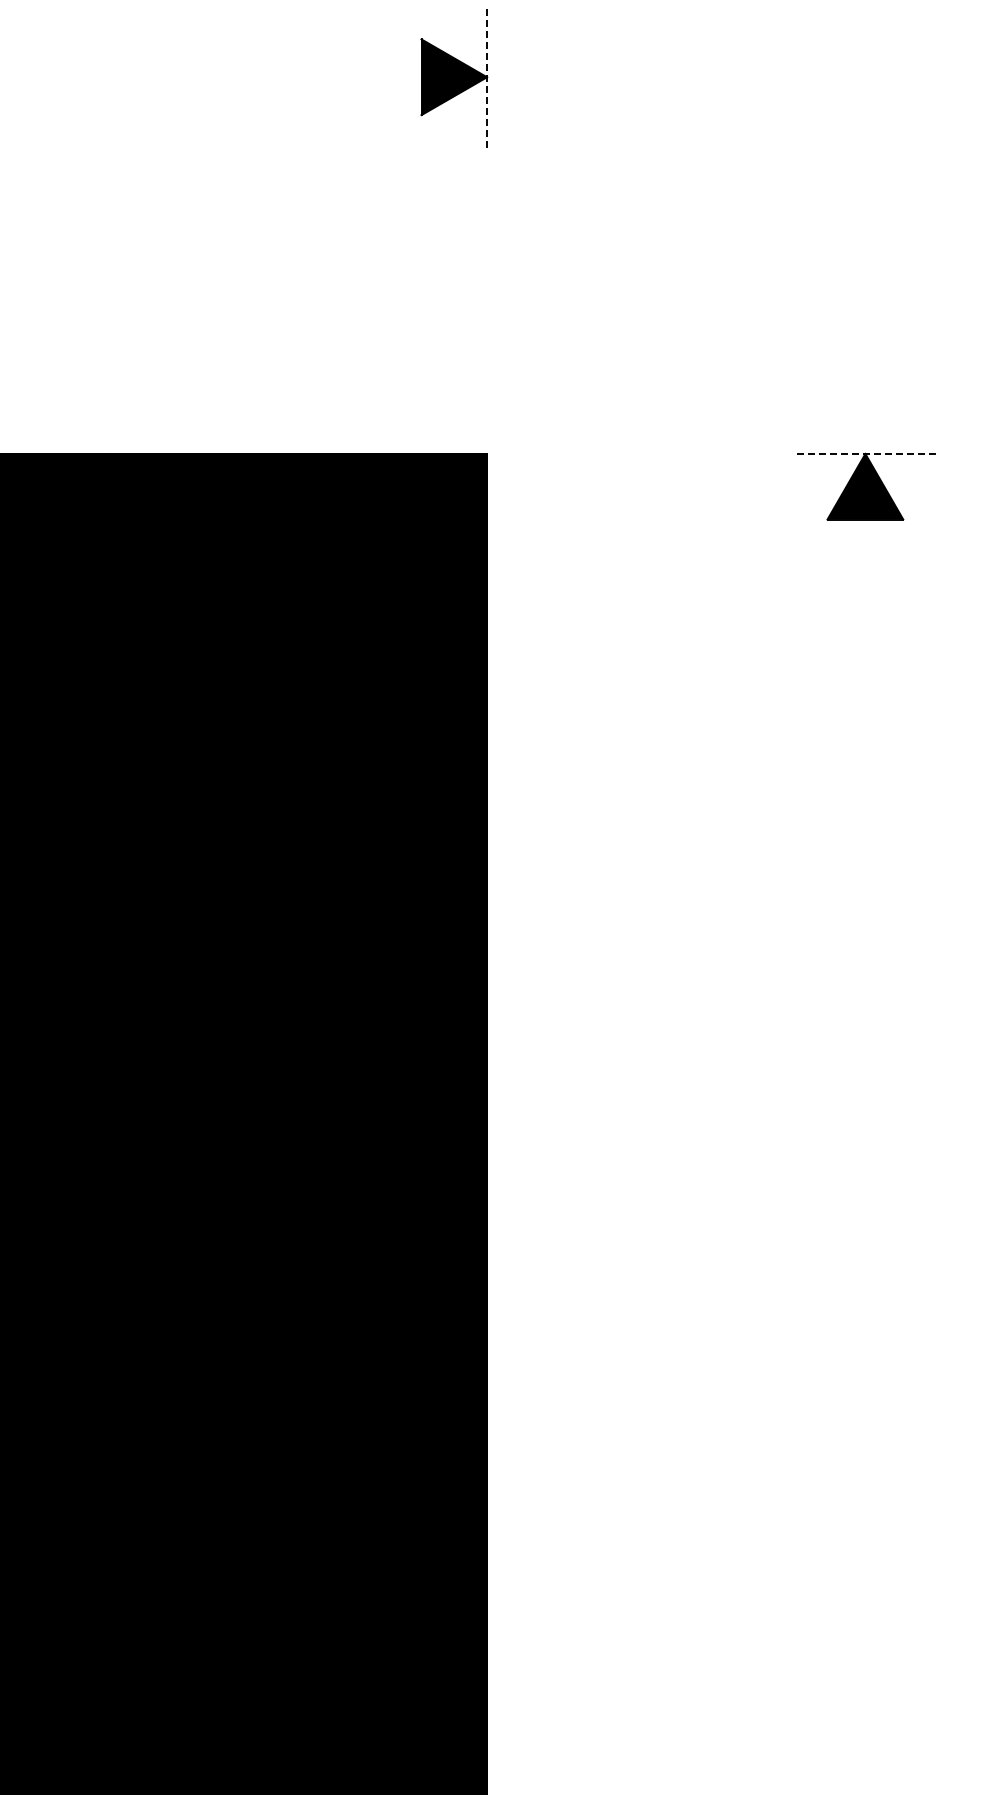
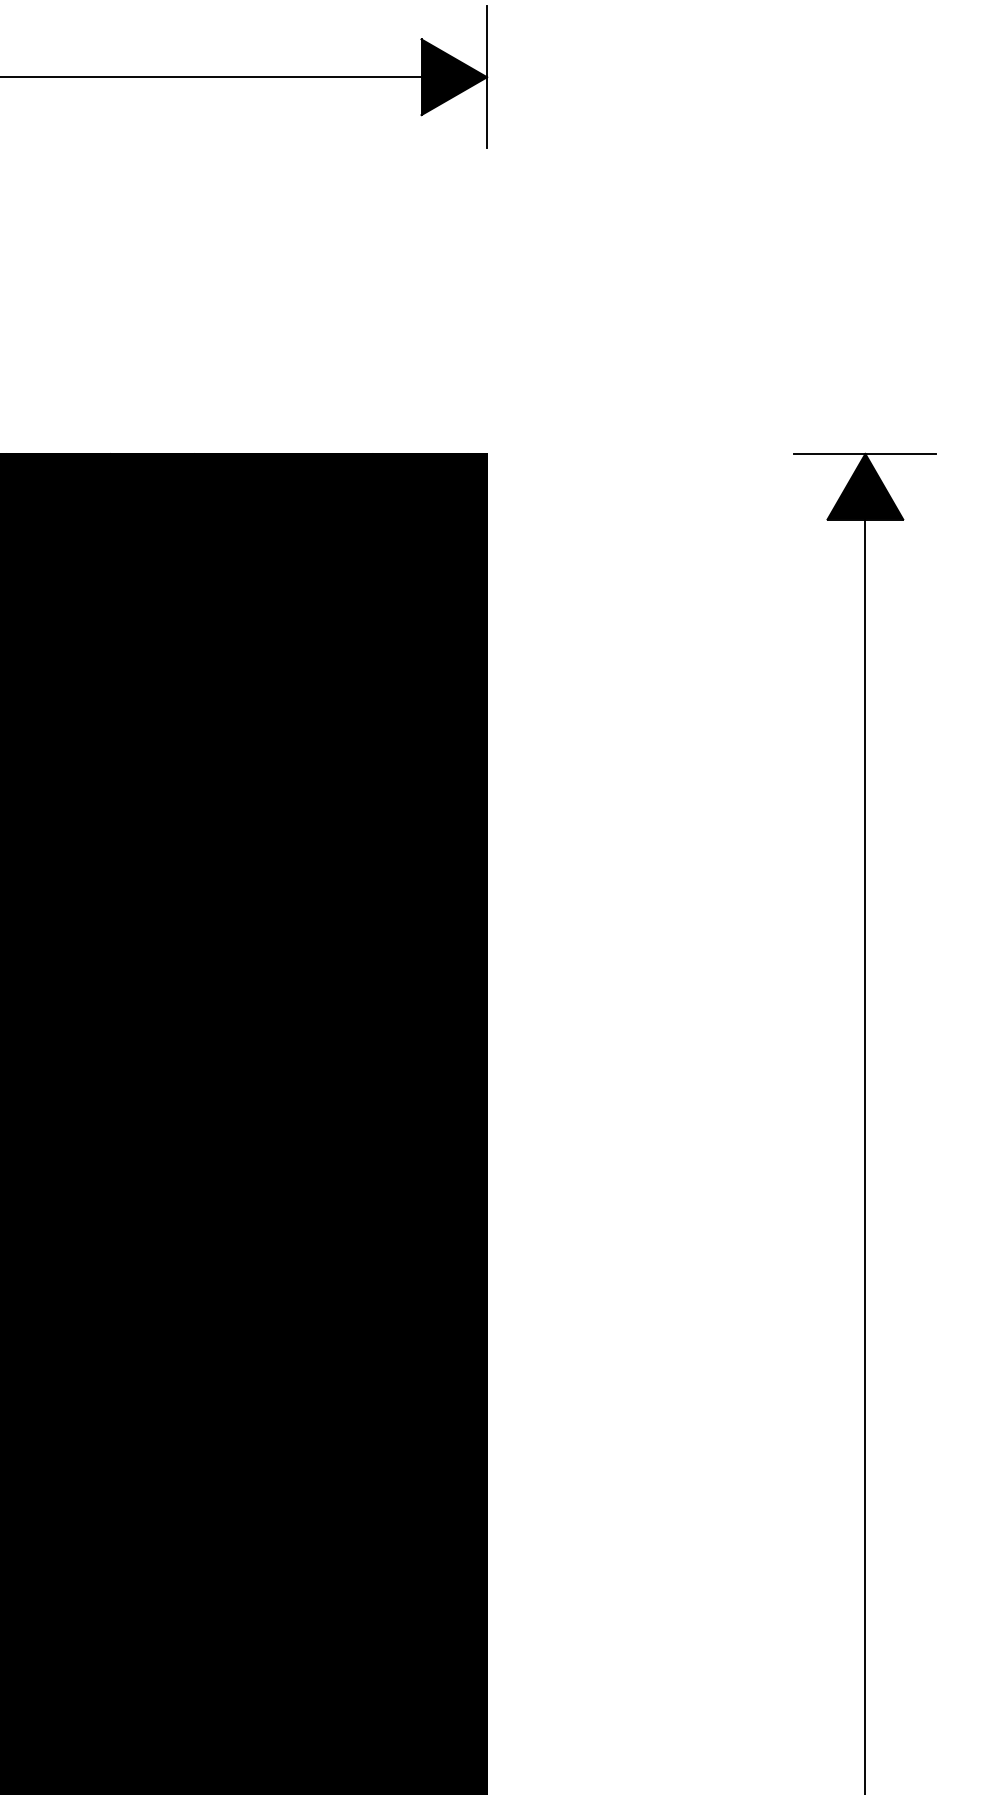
line at (211, 77): none -> present
line at (487, 77): dashed -> solid
line at (865, 453): dashed -> solid
line at (865, 1155): none -> present
